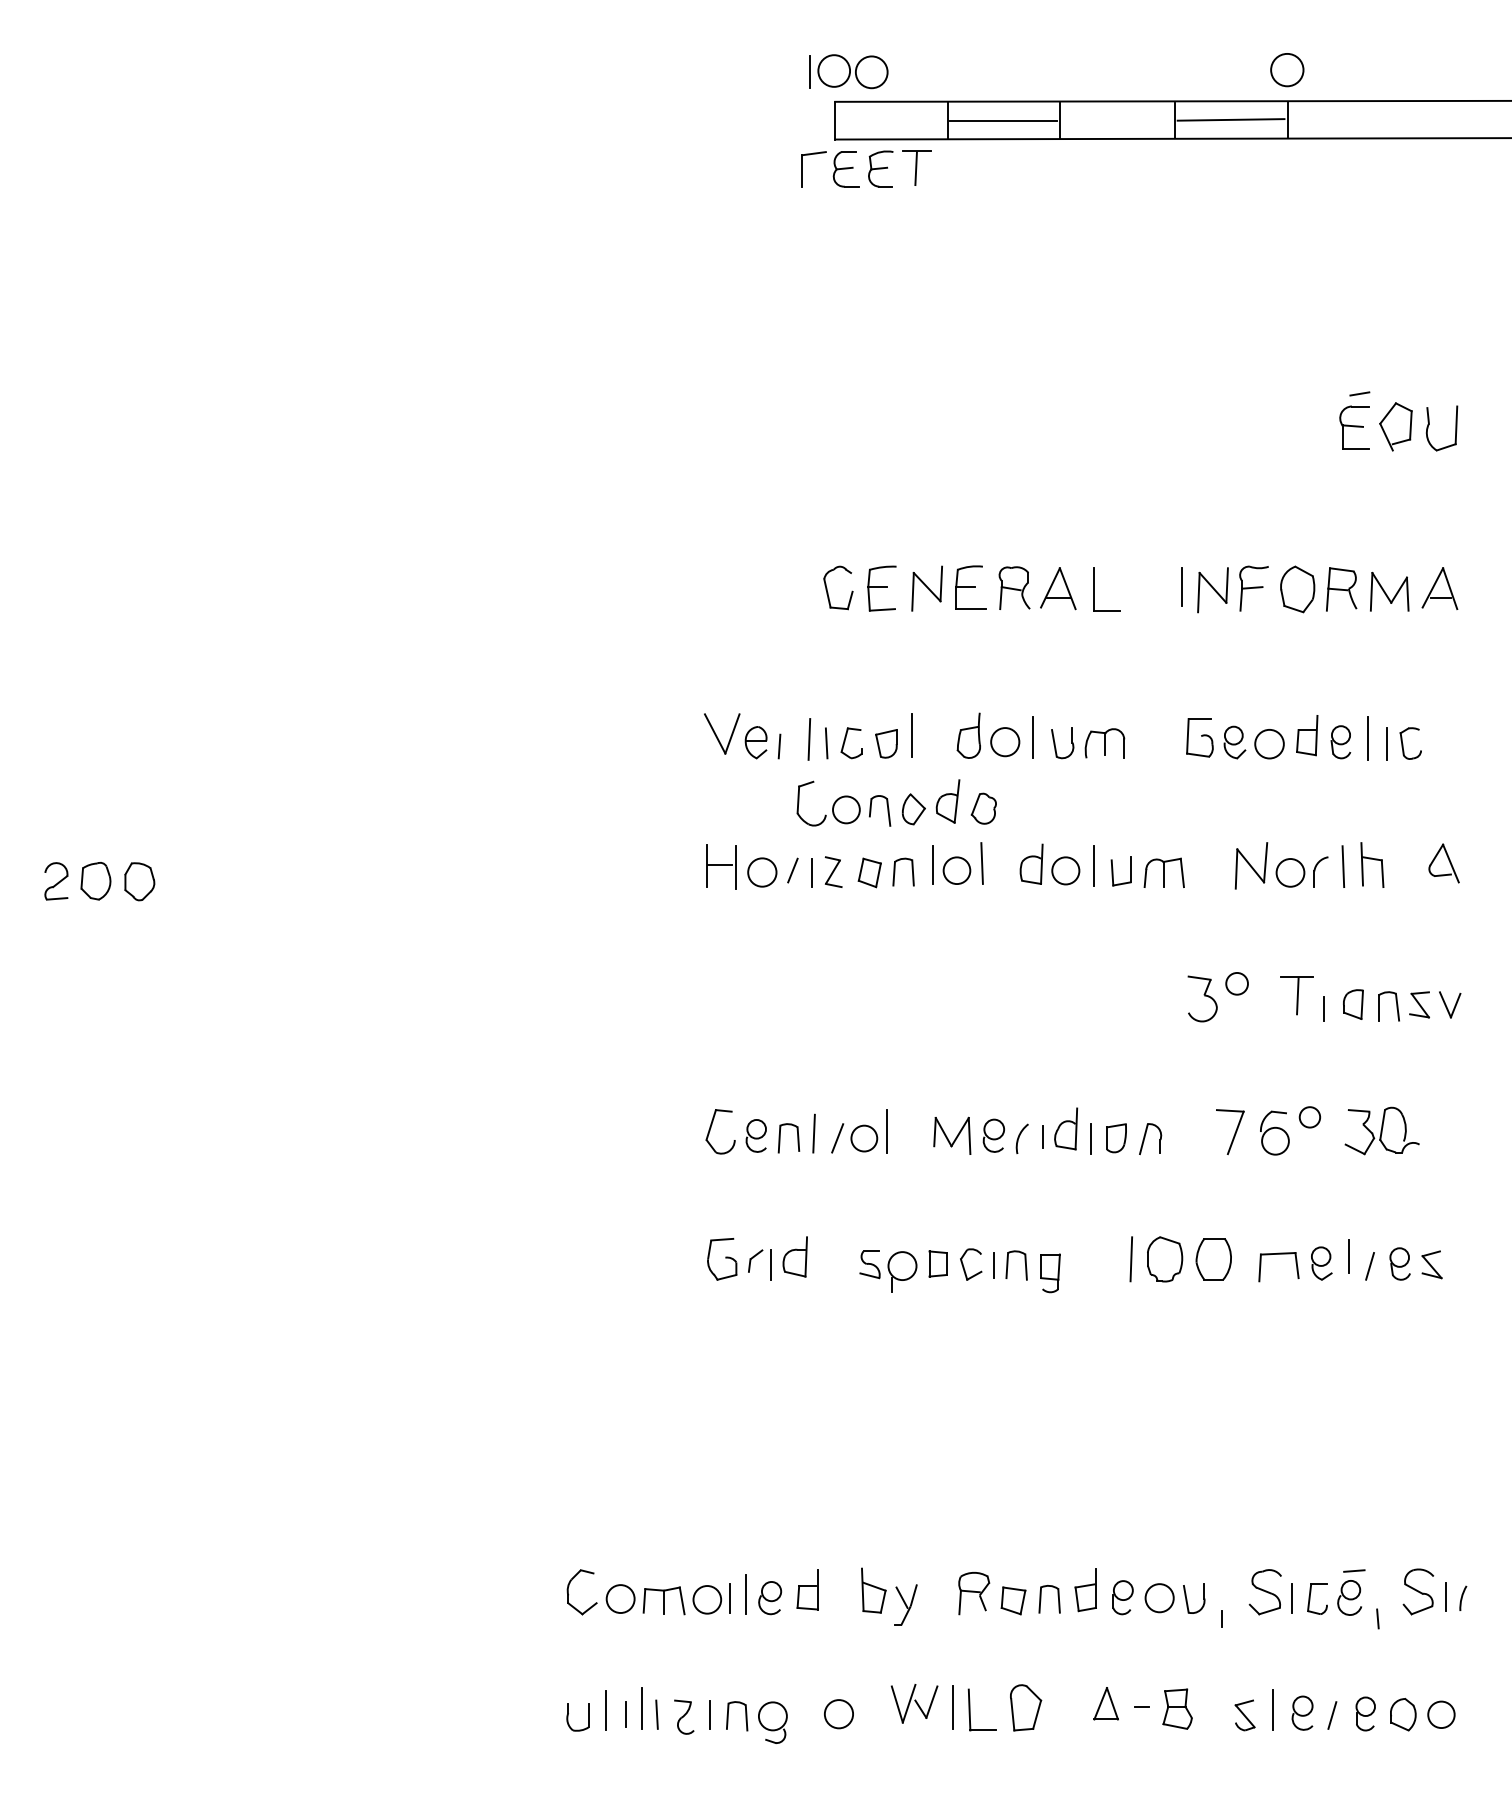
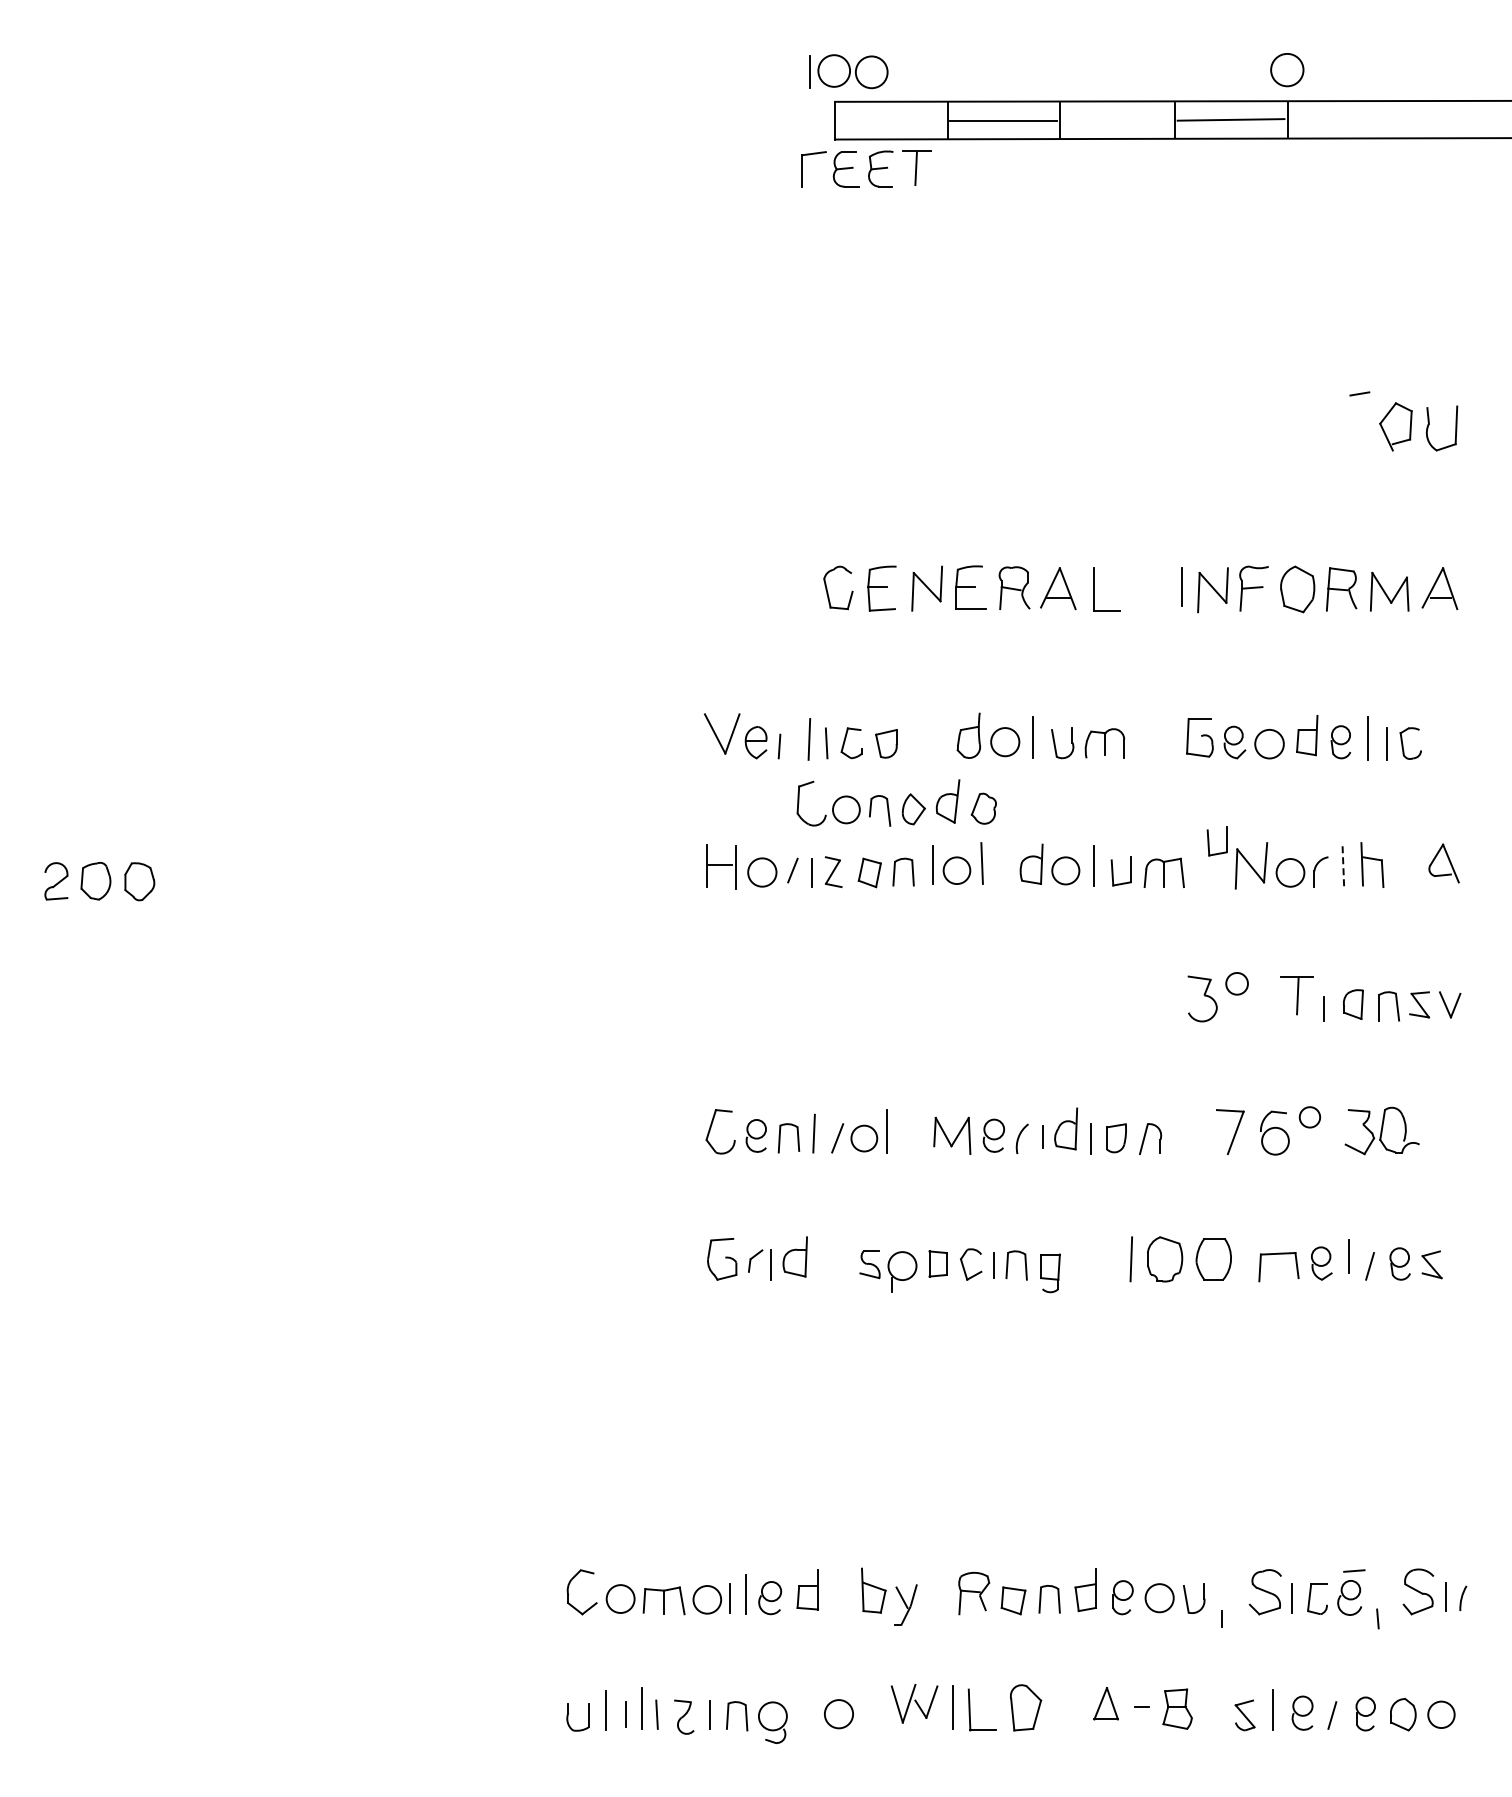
part at (1354, 427): present -> none
line at (912, 735): present -> none
part at (1209, 841): none -> present
line at (1343, 867): solid -> dashed
